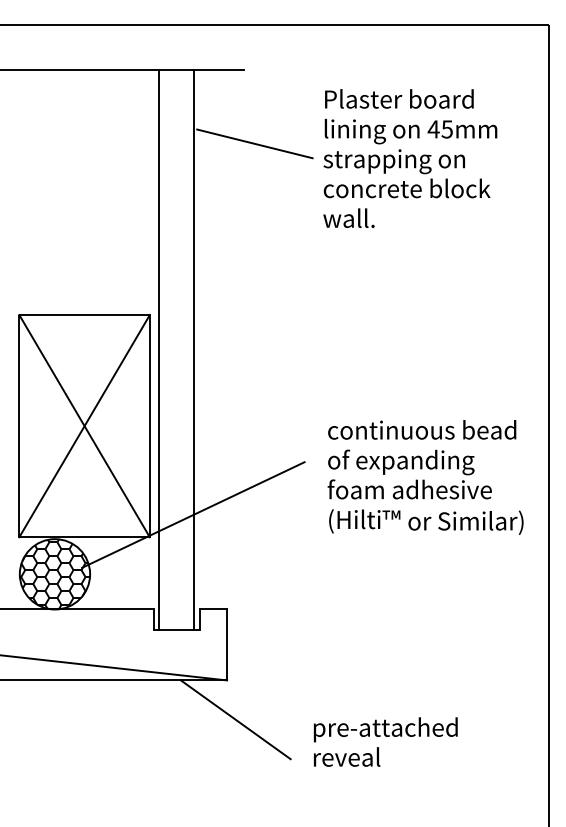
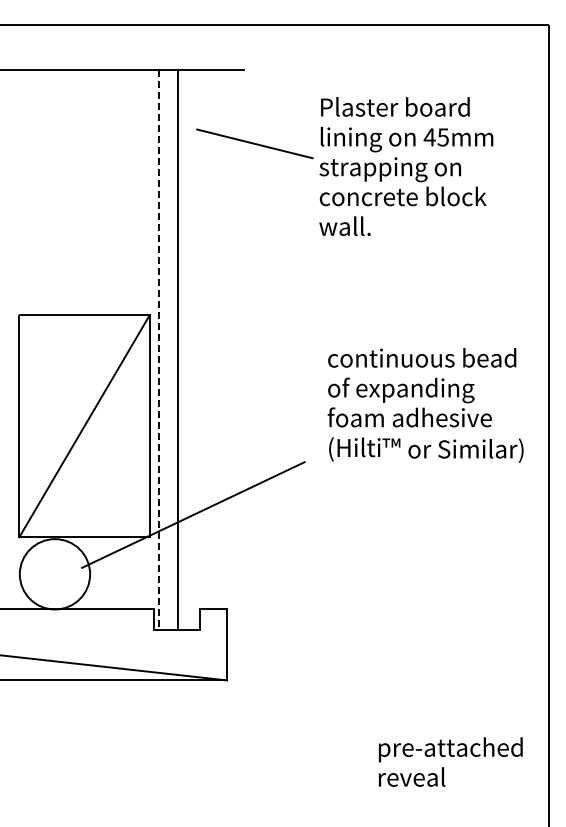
text at (410, 158) position: (410, 158) -> (406, 166)
line at (158, 350): solid -> dashed
line at (194, 350) position: (194, 350) -> (178, 350)
line at (84, 426): present -> none
text at (425, 477) position: (425, 477) -> (425, 405)
hatch at (54, 574): present -> none
line at (235, 719): present -> none
text at (385, 741) position: (385, 741) -> (450, 761)
